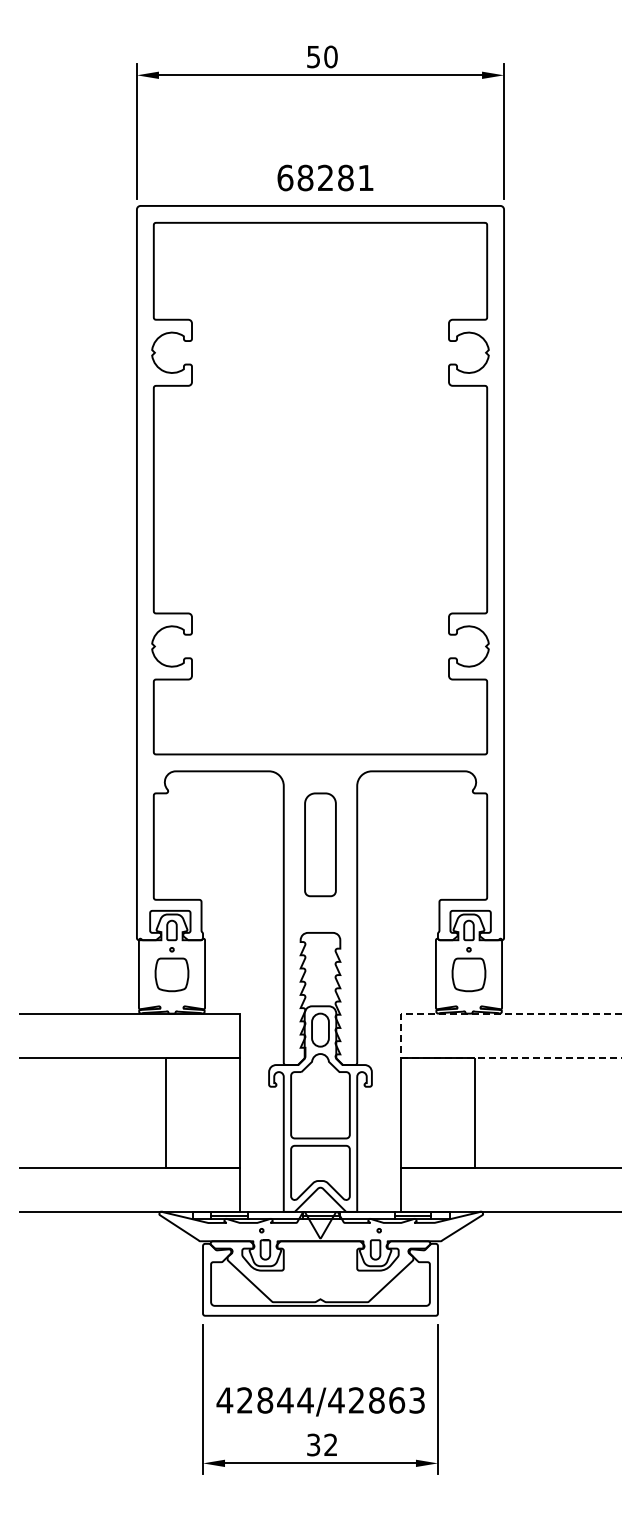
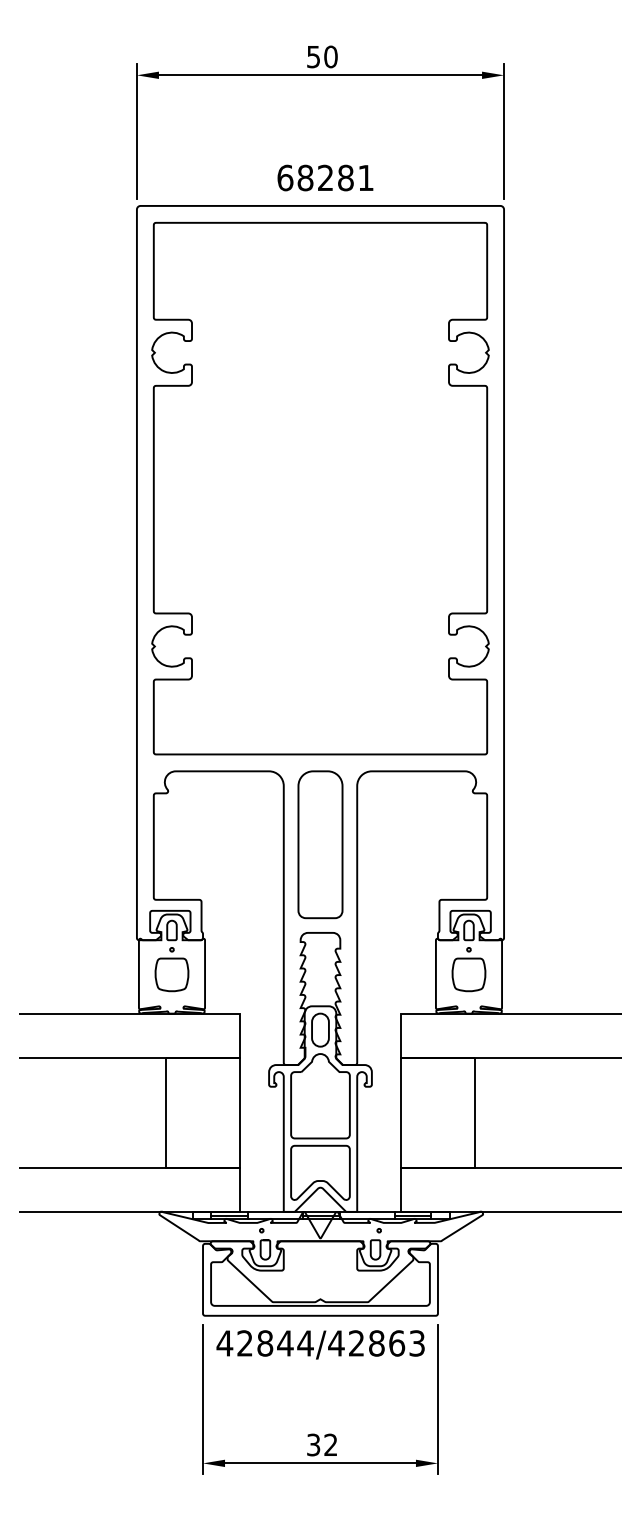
part at (320, 844) size: 33x106 px -> 47x150 px
line at (401, 1036): dashed -> solid
text at (320, 1401) position: (320, 1401) -> (320, 1344)
